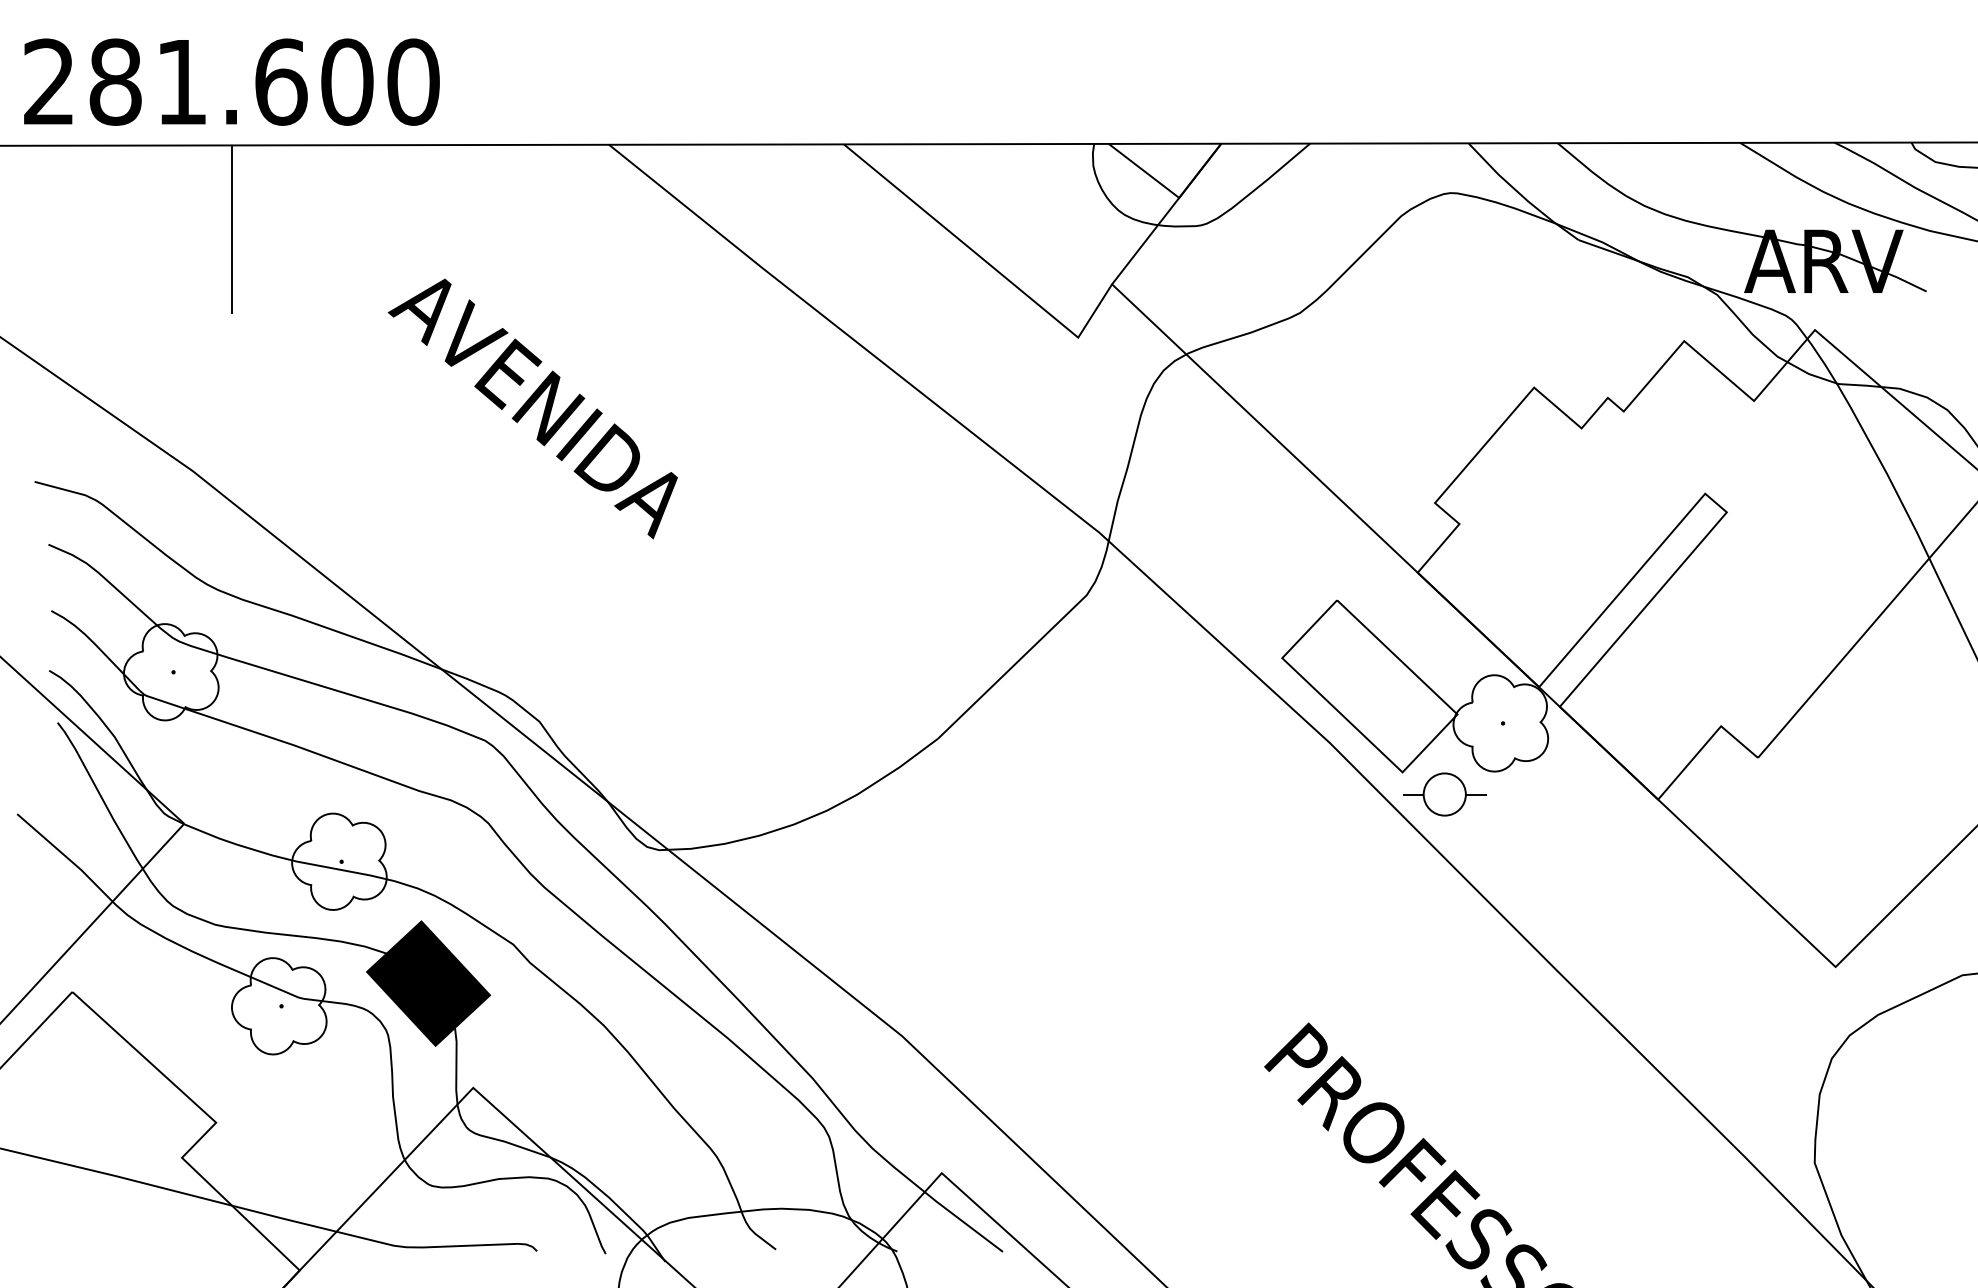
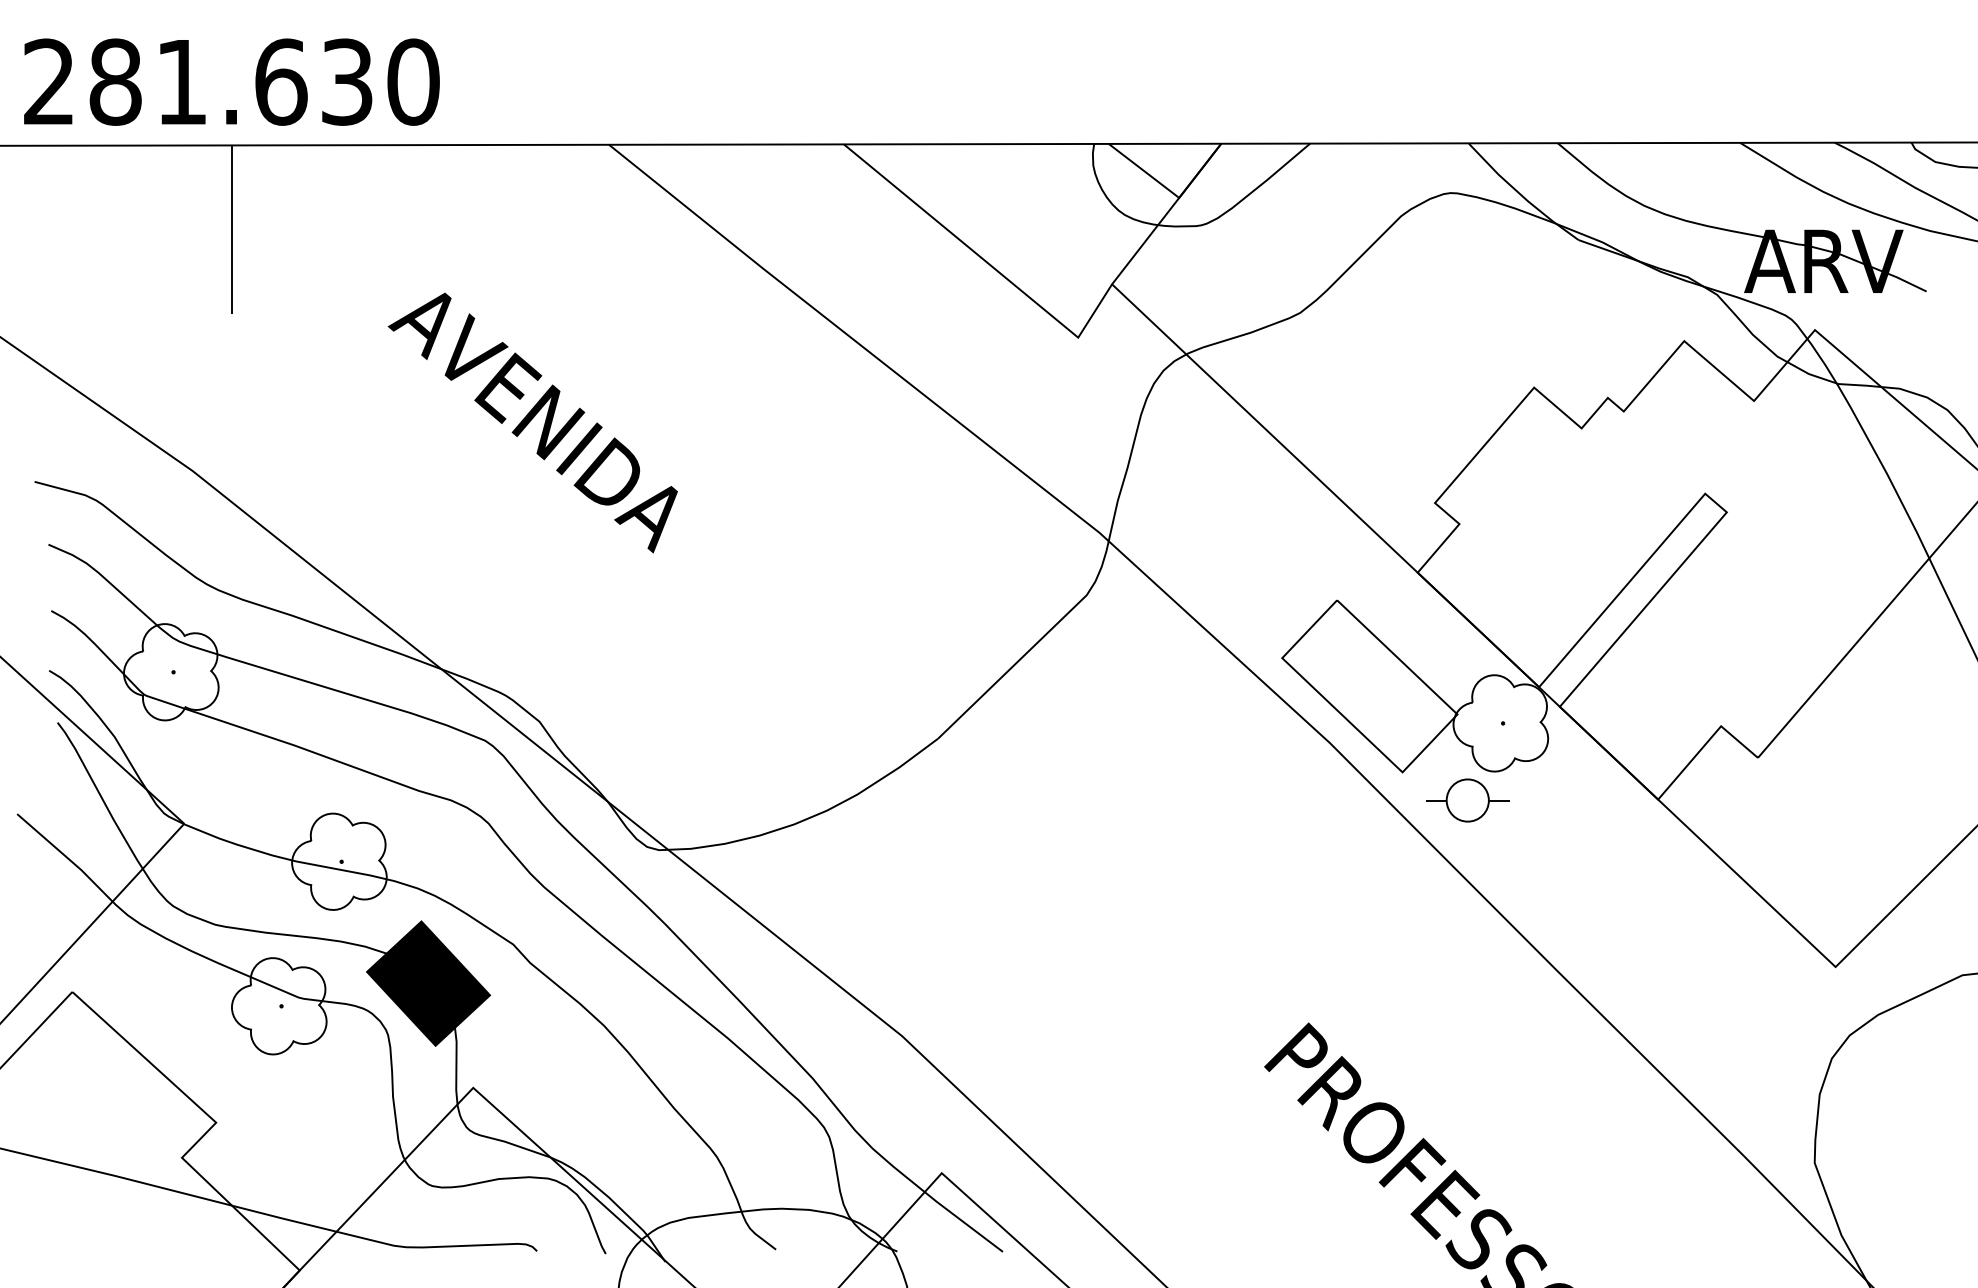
text at (347, 81): 281.600 -> 281.630
text at (532, 408) position: (532, 408) -> (532, 422)
part at (1444, 794) position: (1444, 794) -> (1467, 800)
